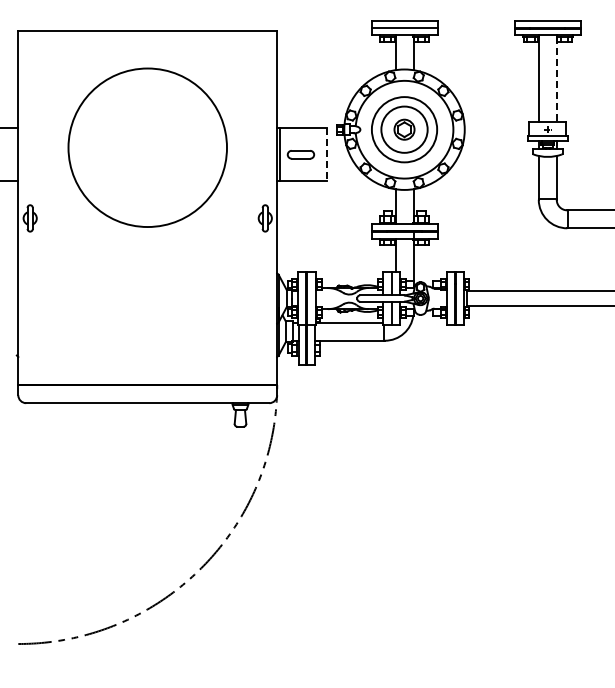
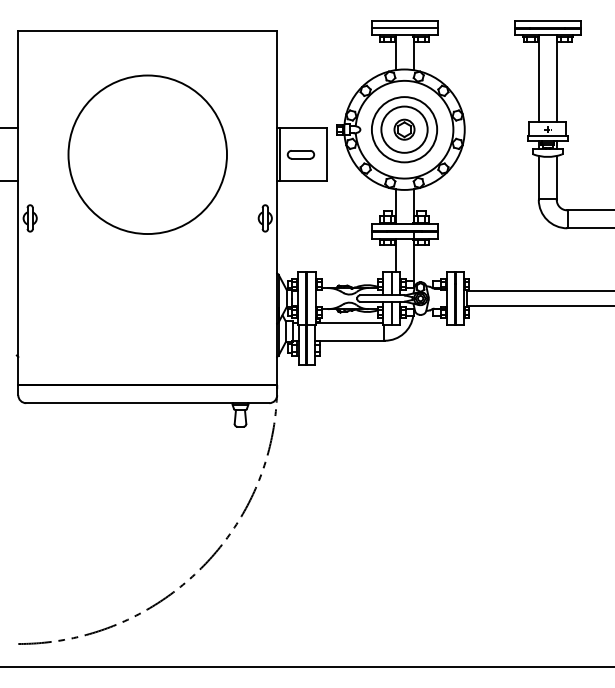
line at (556, 79): dashed -> solid
circle at (147, 147) position: (147, 147) -> (147, 154)
line at (327, 155): dashed -> solid
line at (306, 667): none -> present
